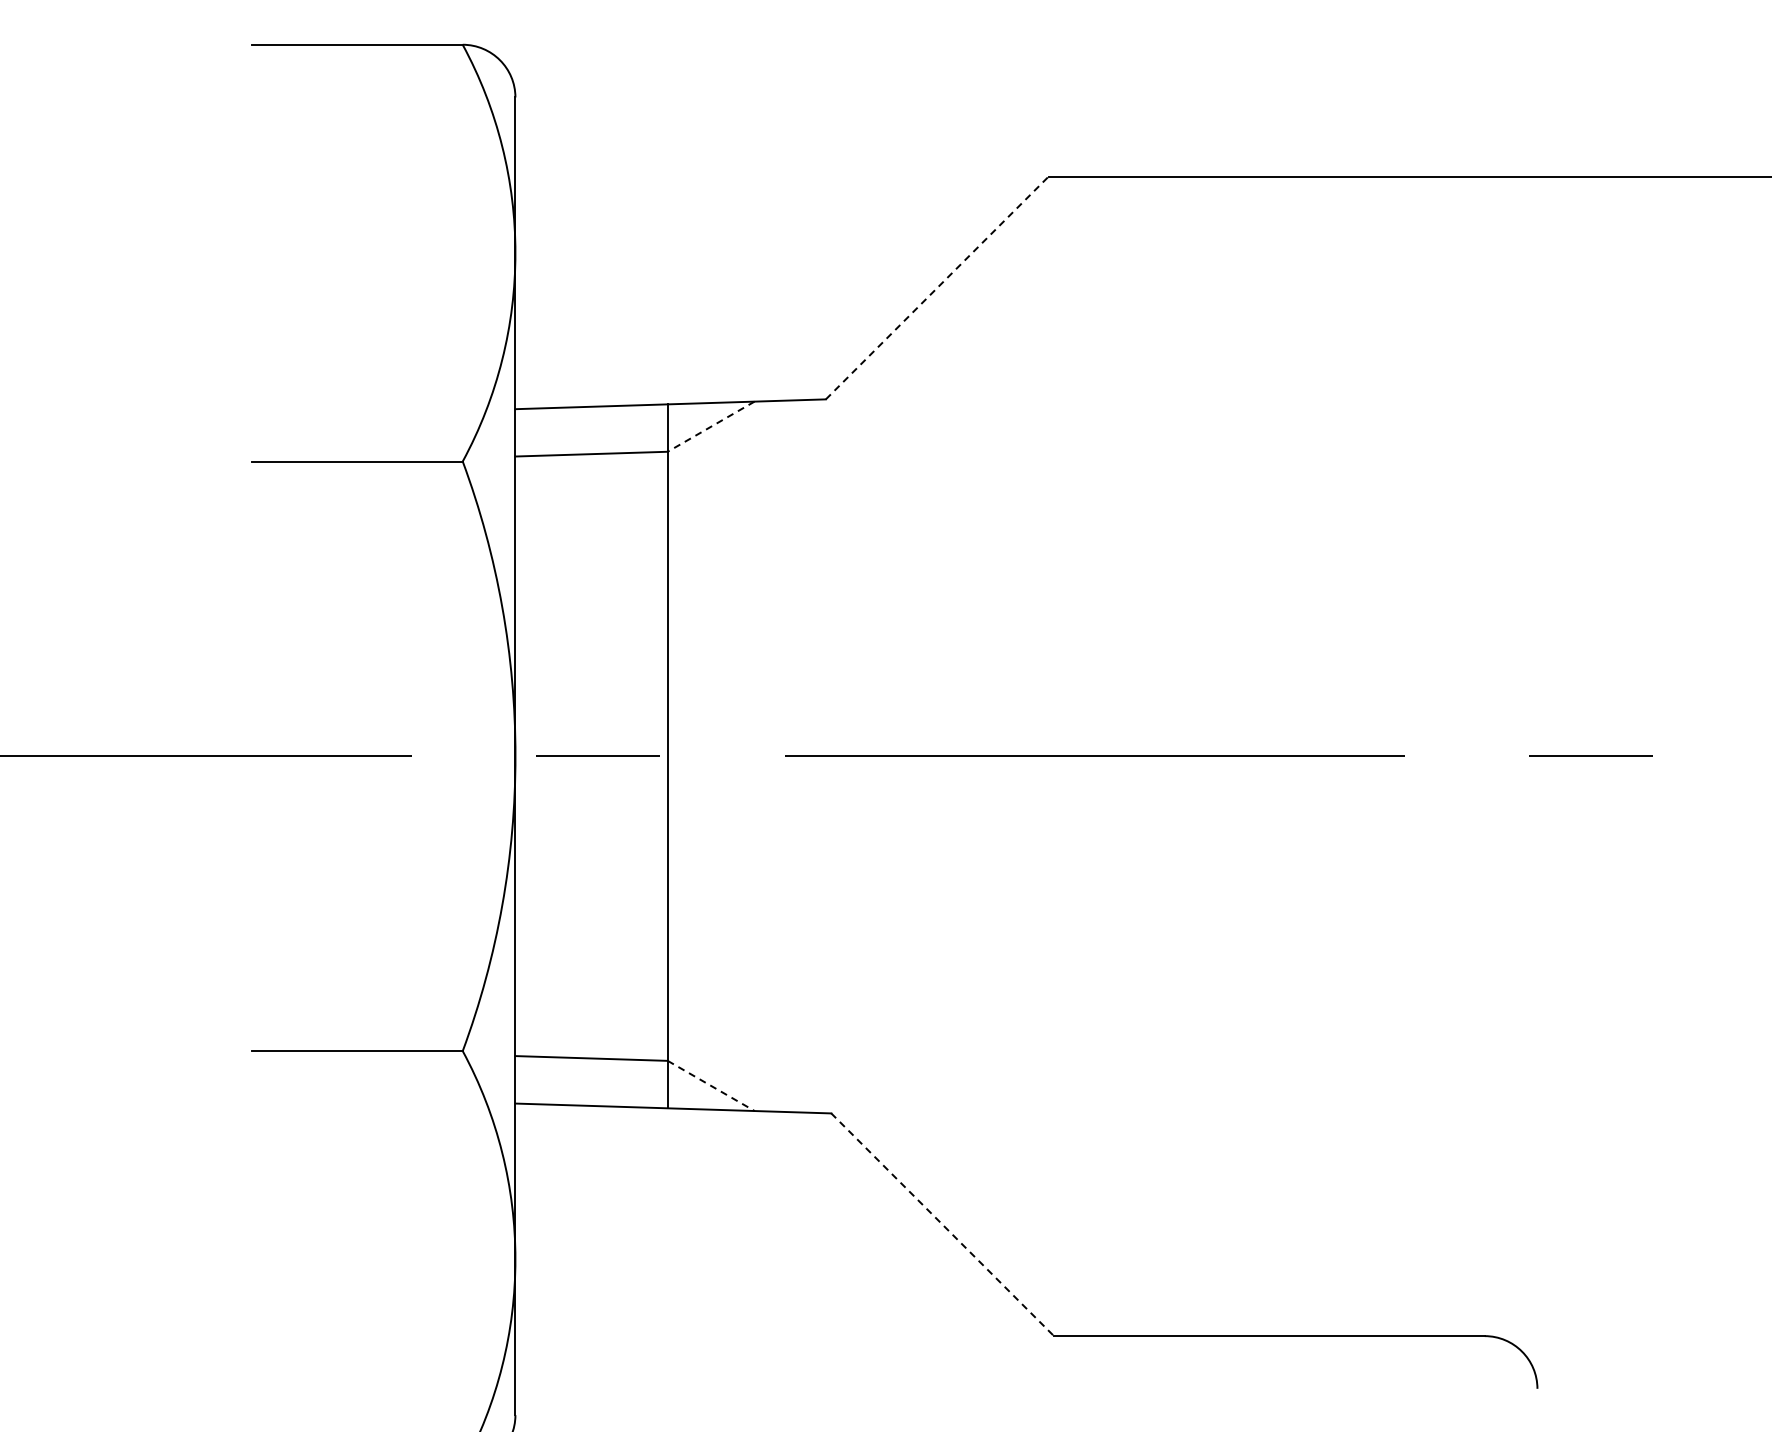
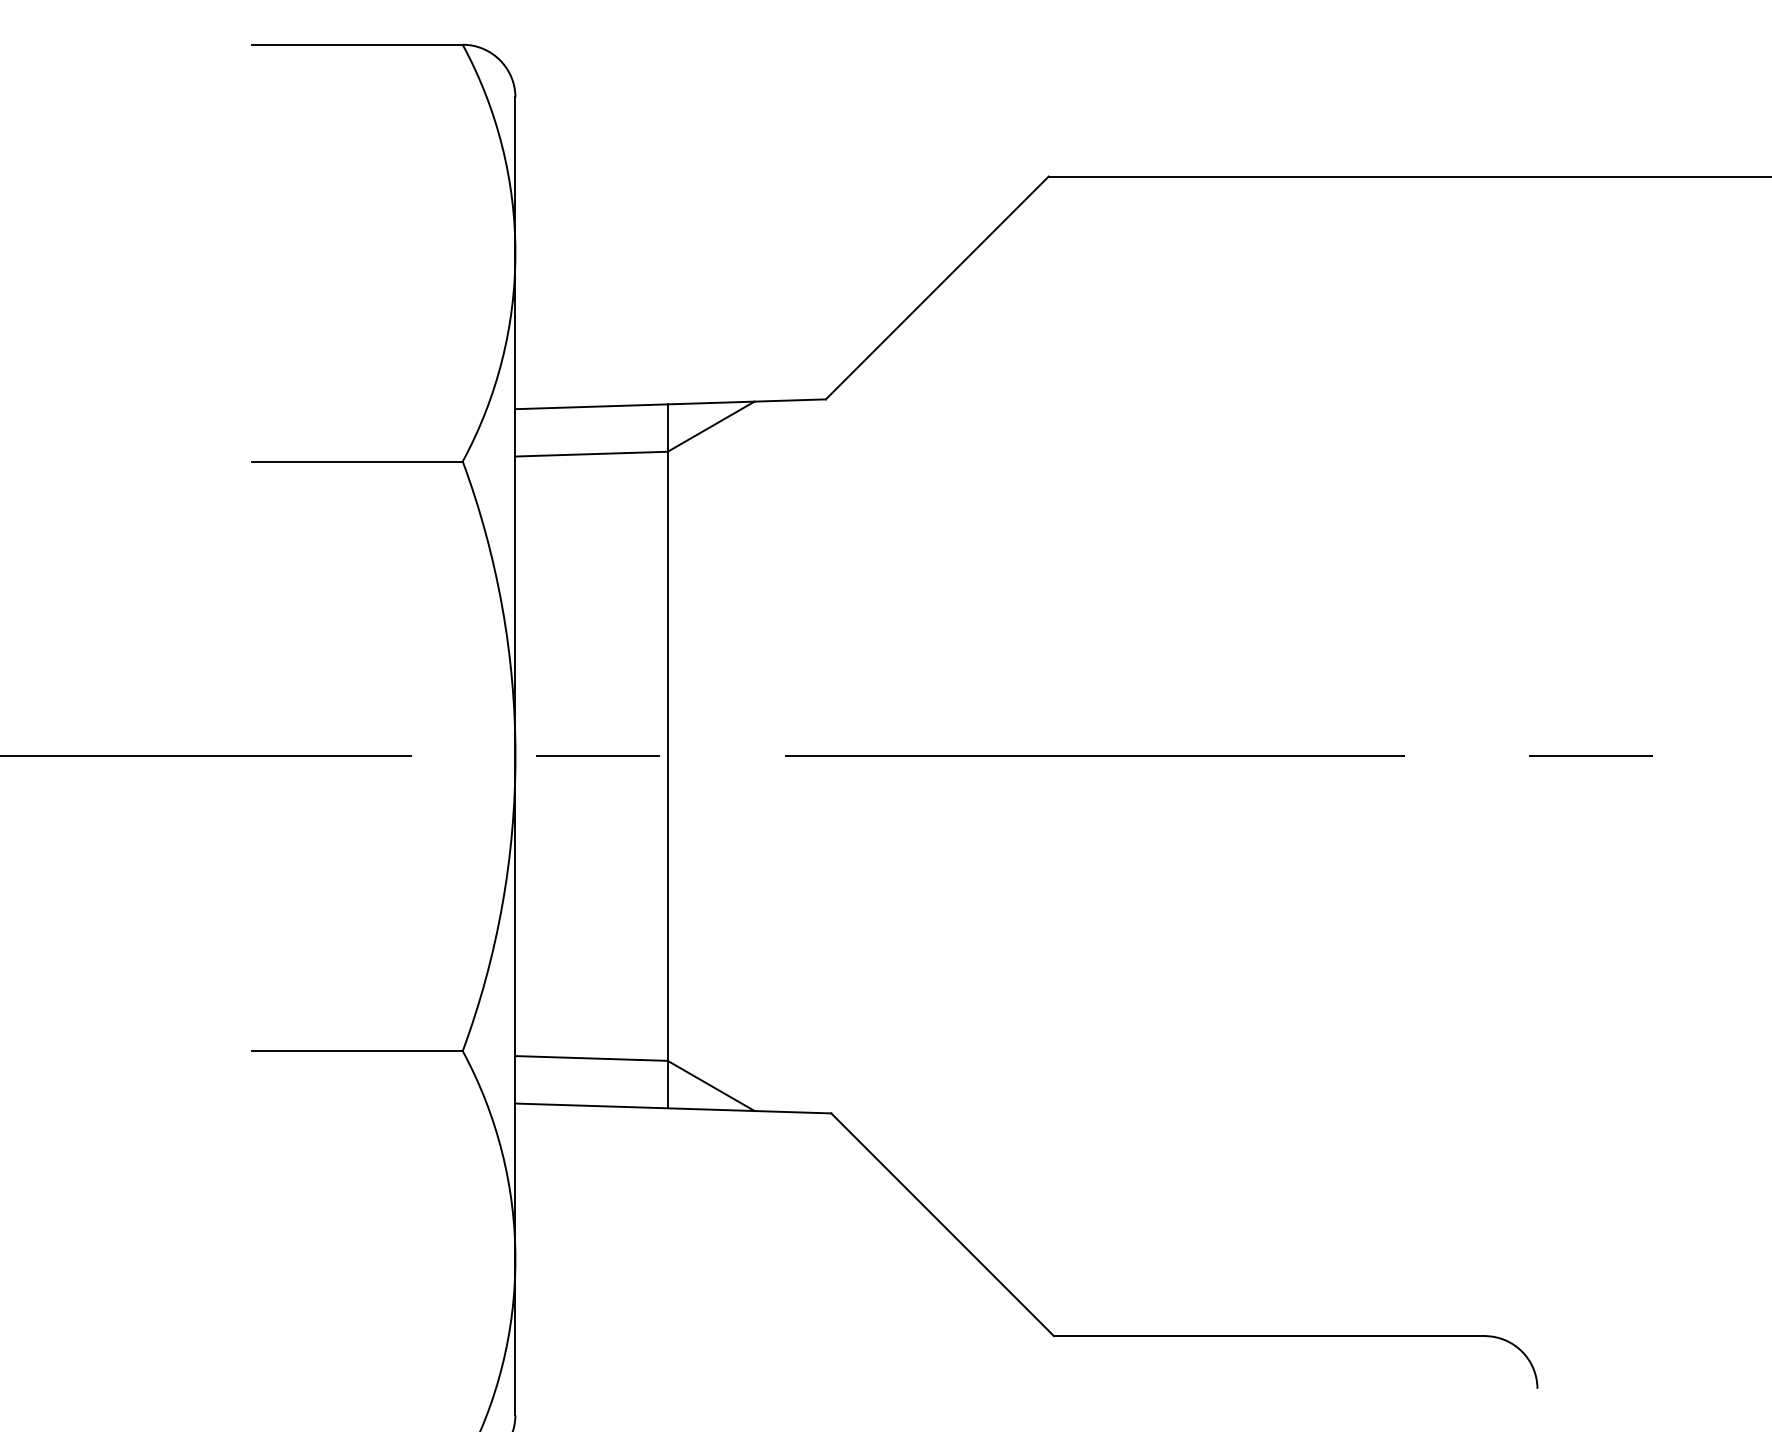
line at (937, 287): dashed -> solid
line at (710, 426): dashed -> solid
line at (711, 1086): dashed -> solid
line at (942, 1224): dashed -> solid
